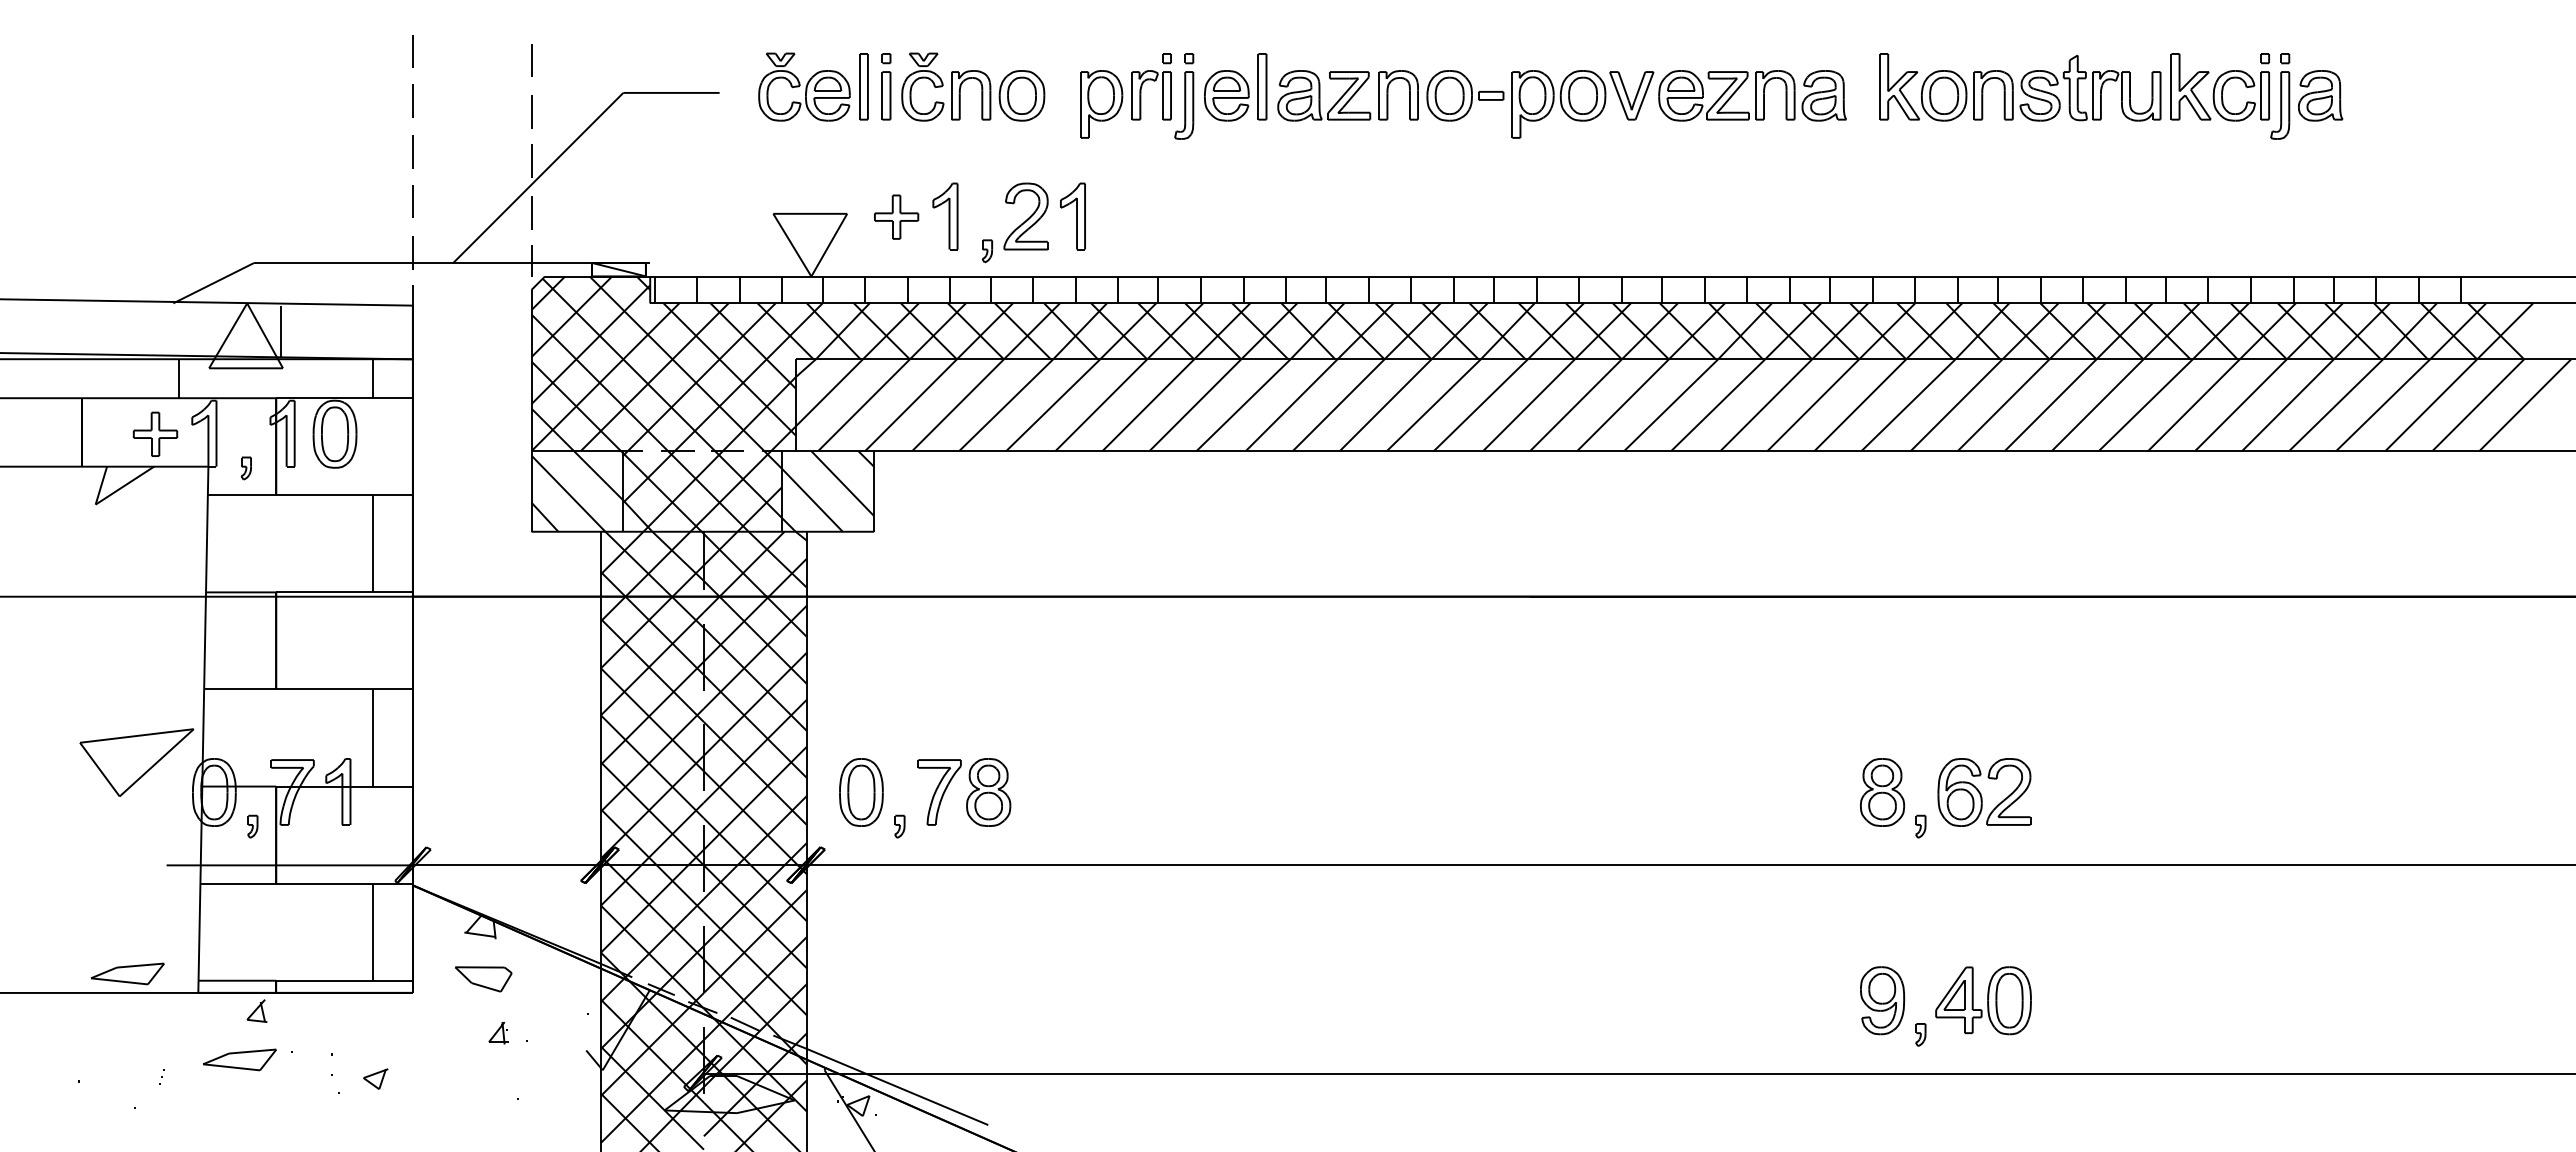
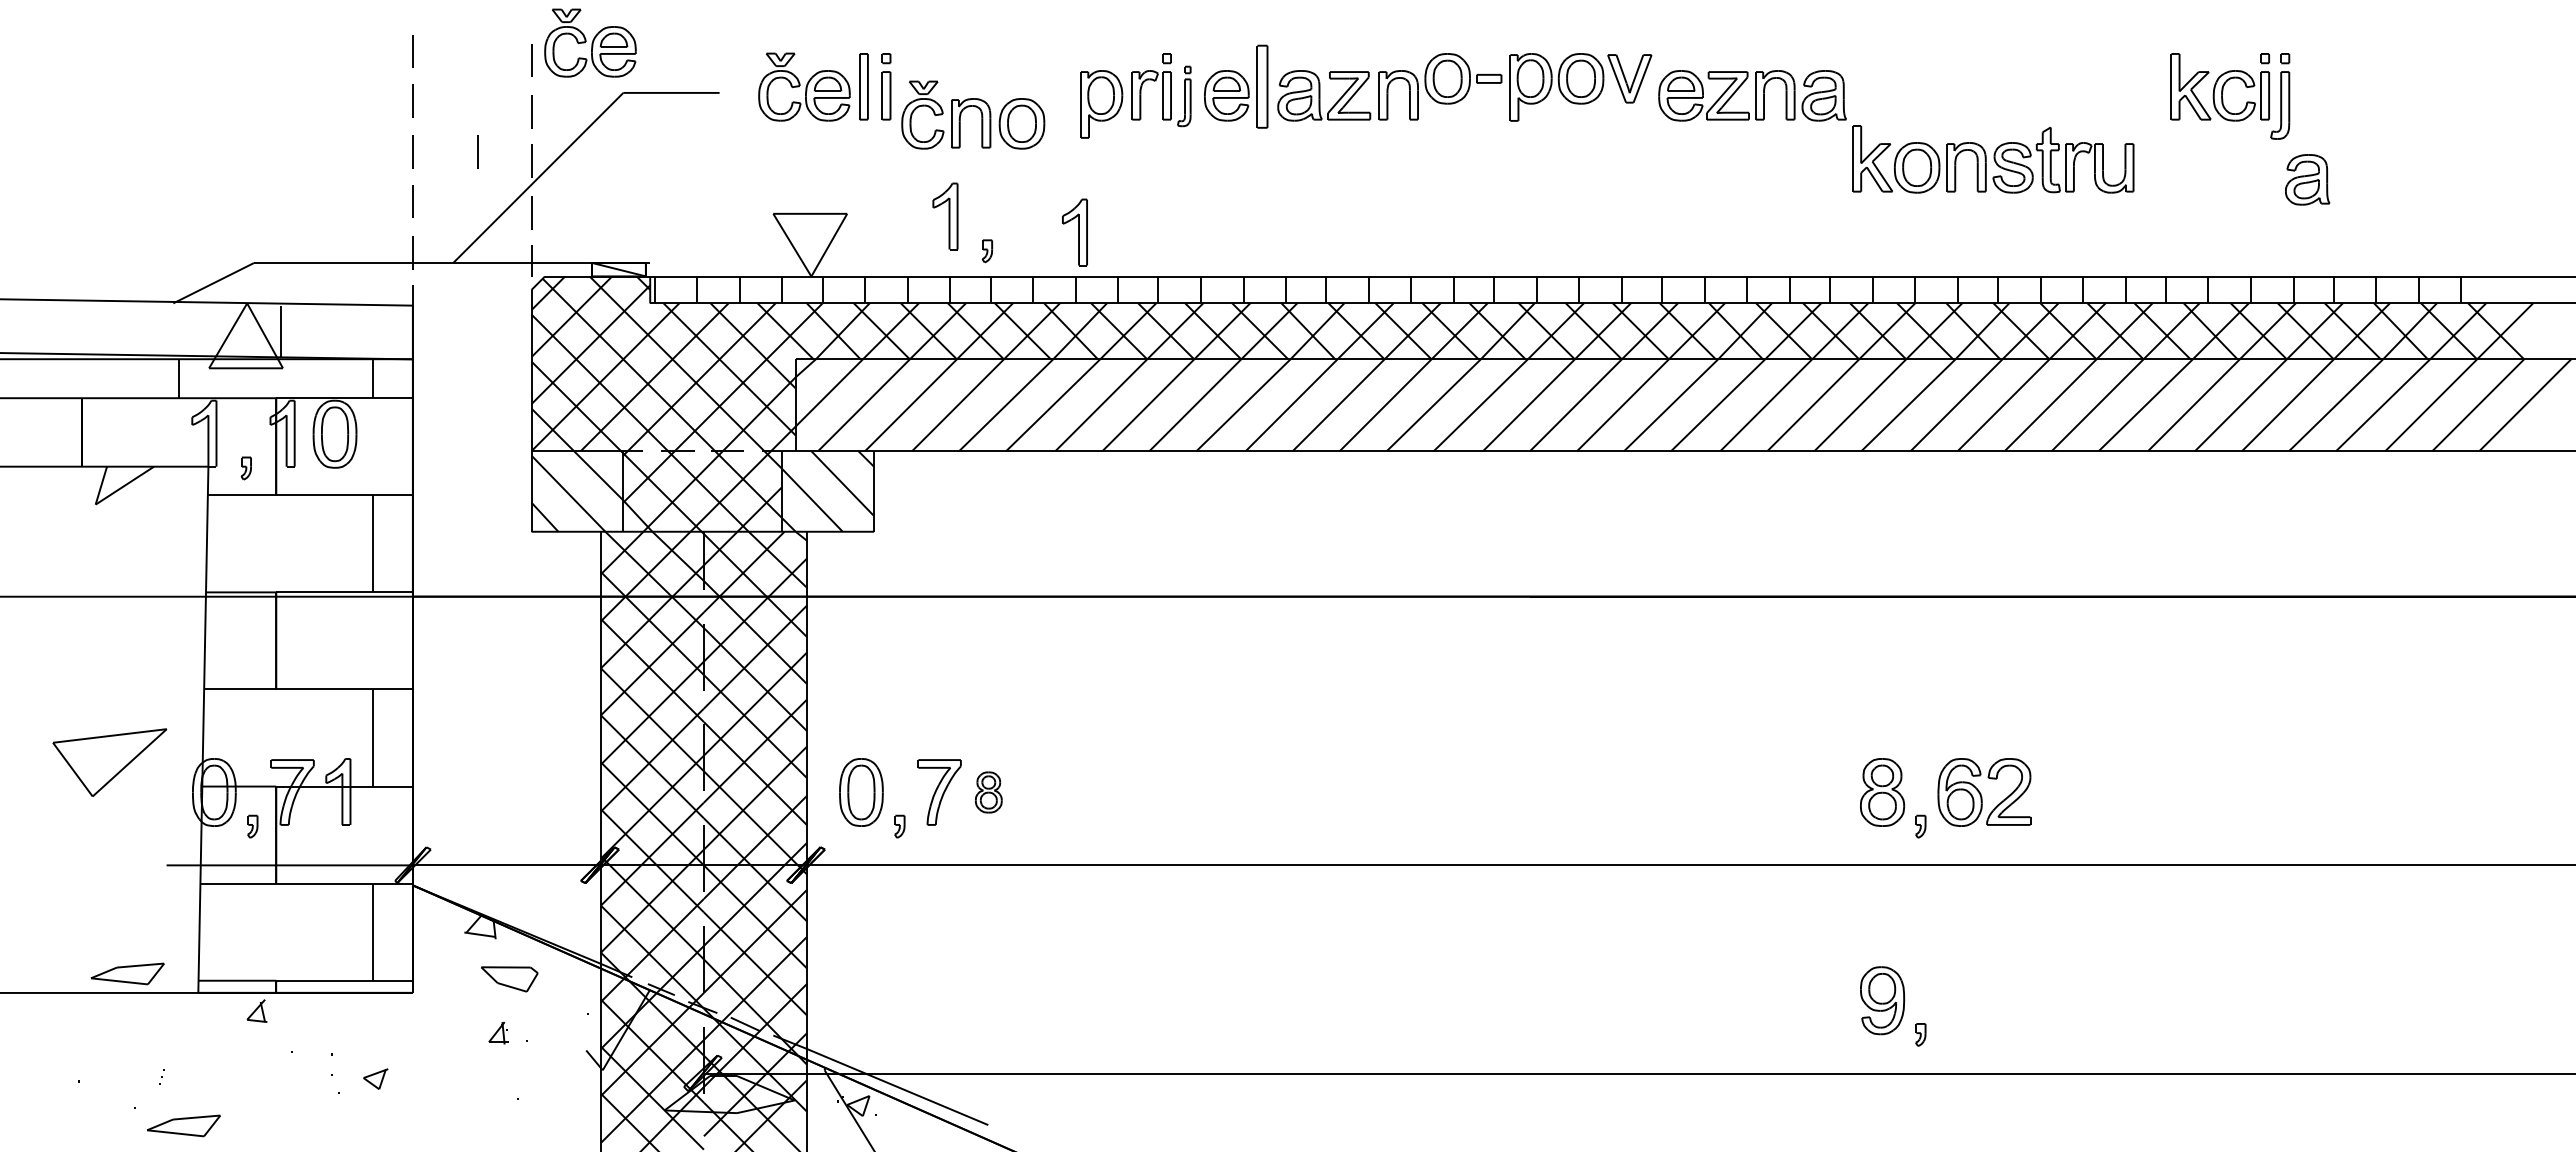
part at (590, 42): none -> present
part at (977, 80) position: (977, 80) -> (977, 108)
part at (1262, 86) size: 11x68 px -> 13x85 px
part at (2020, 87) position: (2020, 87) -> (1993, 159)
part at (2320, 95) position: (2320, 95) -> (2307, 179)
part at (1184, 96) size: 21x87 px -> 15x63 px
part at (1540, 104) position: (1540, 104) -> (1538, 87)
line at (477, 151): none -> present
part at (896, 216): present -> none
part at (1025, 216): present -> none
part at (1072, 216) position: (1072, 216) -> (1074, 232)
part at (155, 433): present -> none
part at (136, 762) position: (136, 762) -> (109, 762)
part at (988, 792) size: 46x69 px -> 28x43 px
part at (483, 979) position: (483, 979) -> (509, 979)
part at (1983, 1000): present -> none
part at (239, 1059) position: (239, 1059) -> (183, 1125)
